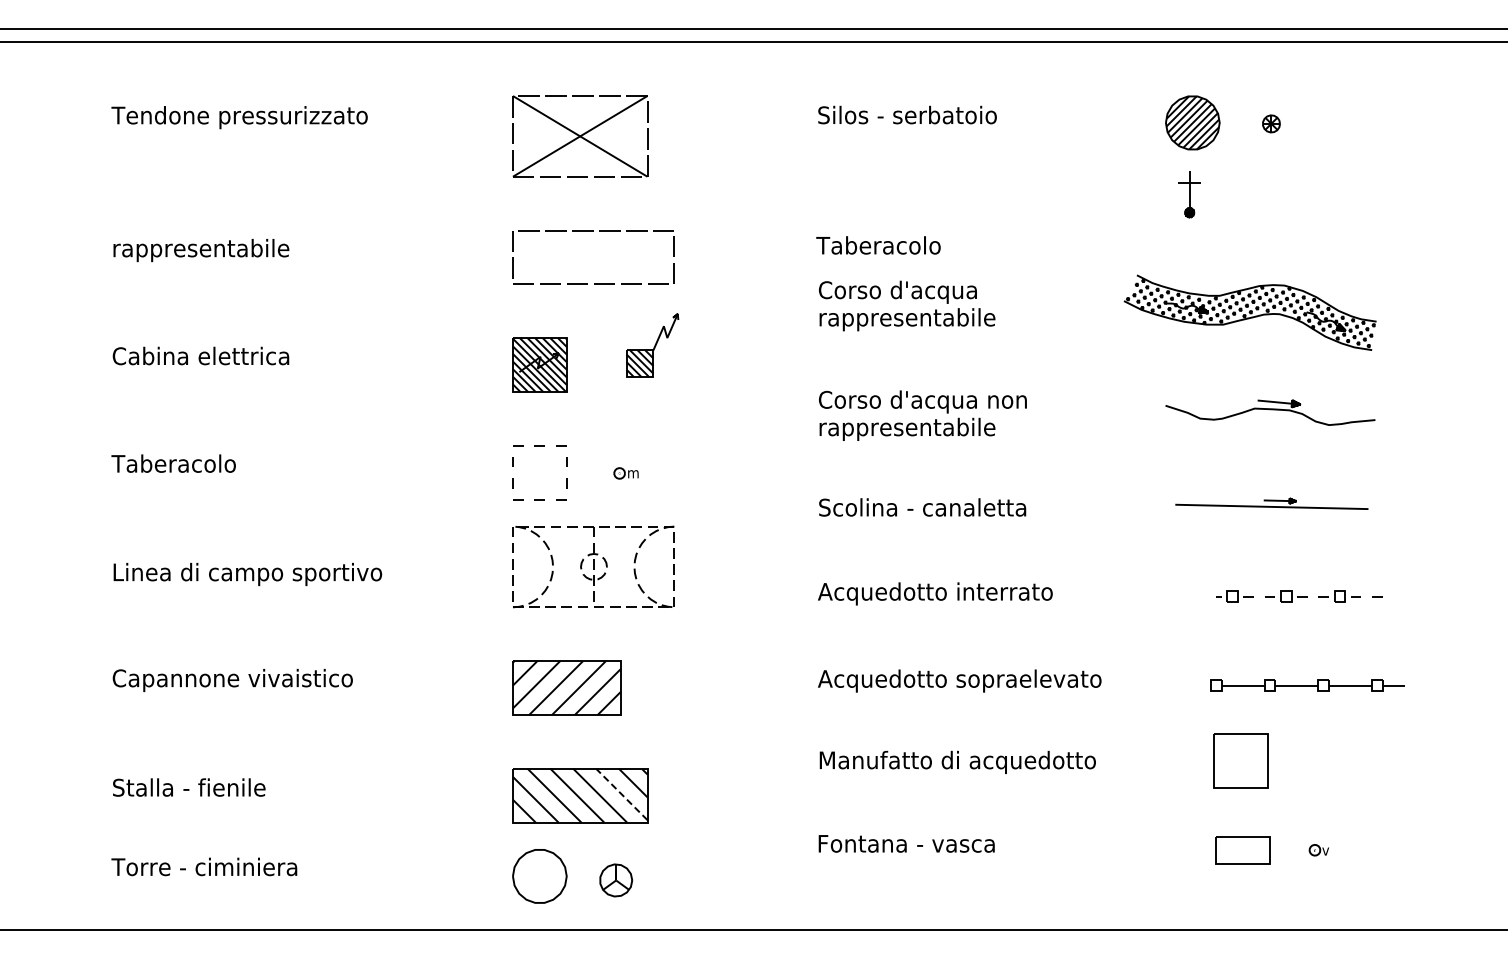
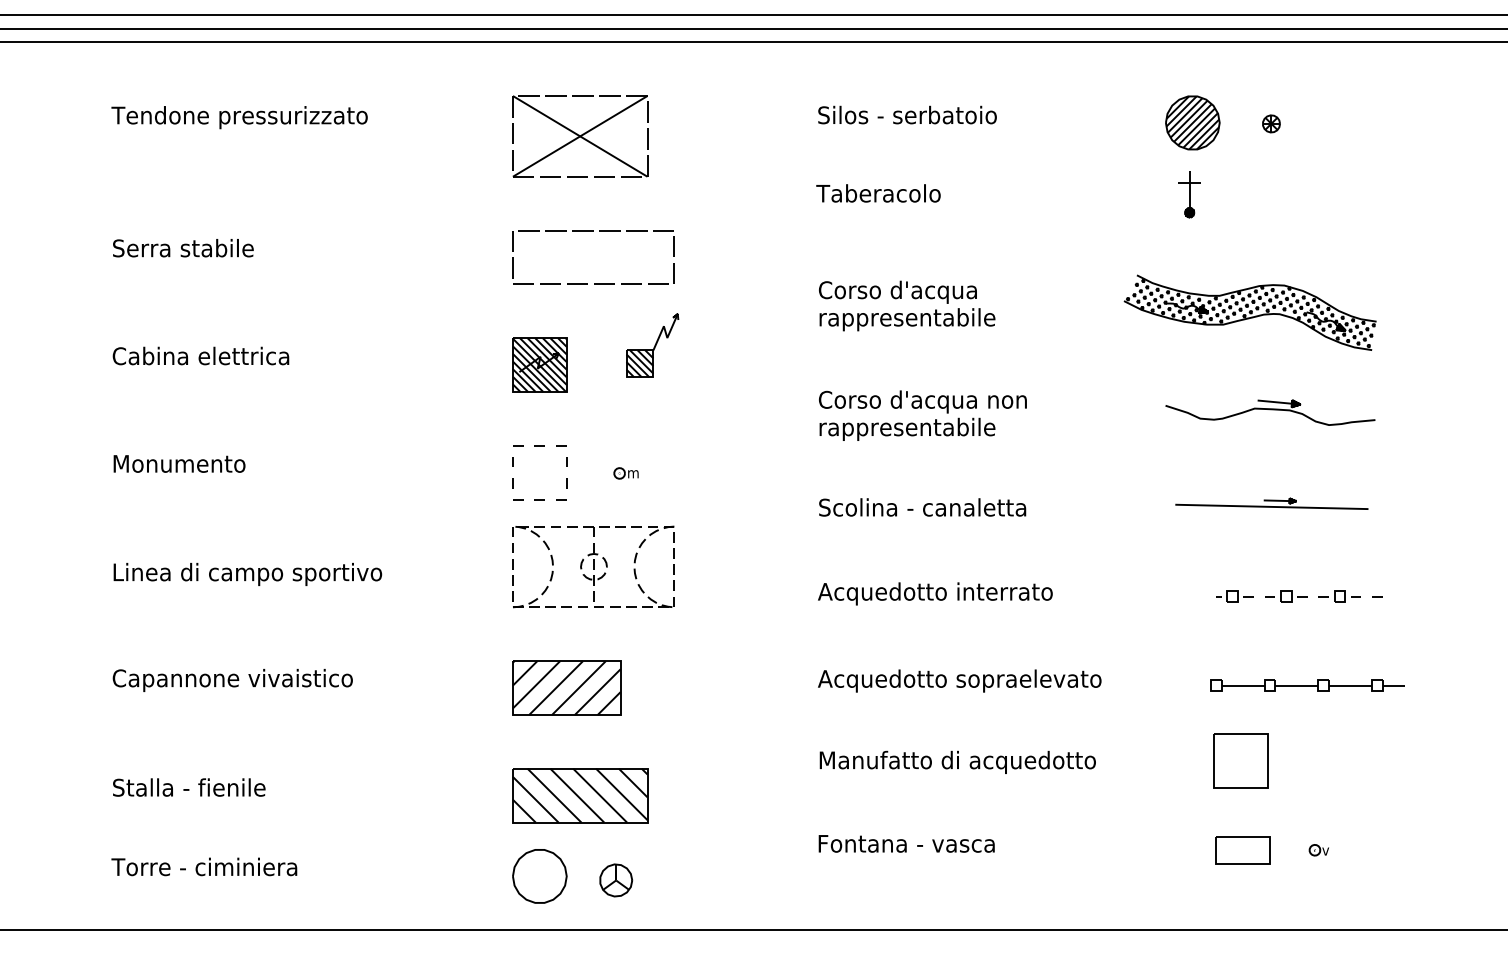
line at (753, 15): none -> present
text at (878, 245) position: (878, 245) -> (878, 193)
text at (201, 250): rappresentabile -> Serra stabile
text at (178, 463): Taberacolo -> Monumento
line at (621, 794): dashed -> solid
